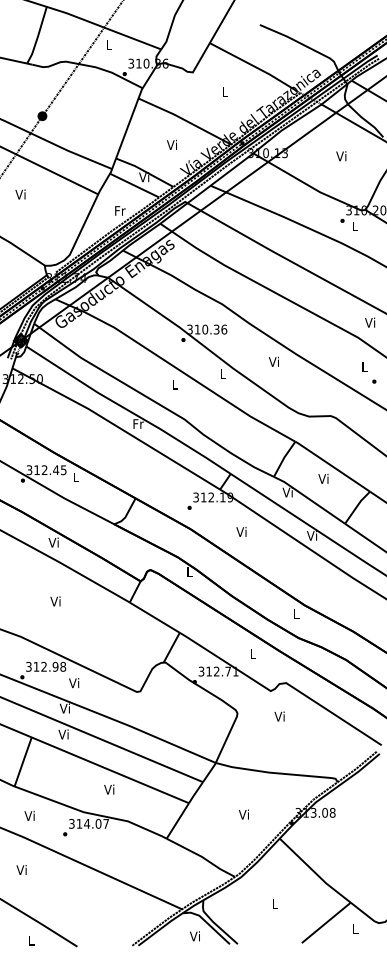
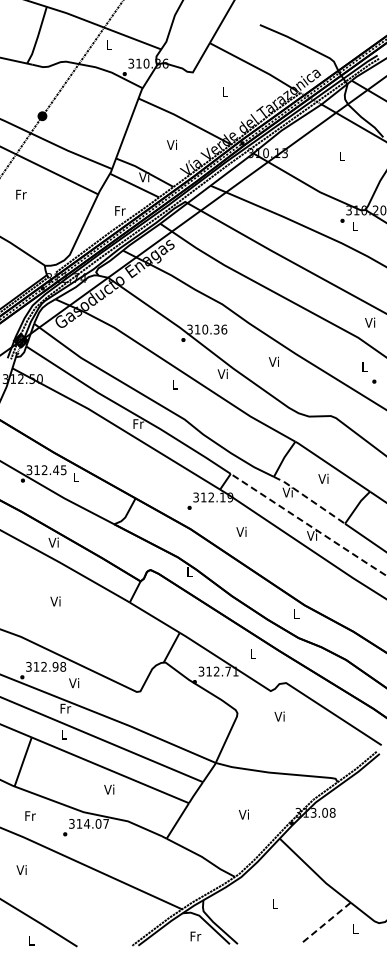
text at (341, 156): Vi -> L
text at (20, 194): Vi -> Fr
text at (222, 373): L -> Vi
line at (309, 499): solid -> dashed
line at (309, 525): solid -> dashed
text at (65, 708): Vi -> Fr
text at (63, 734): Vi -> L
text at (29, 815): Vi -> Fr
line at (326, 922): solid -> dashed
text at (195, 936): Vi -> Fr
